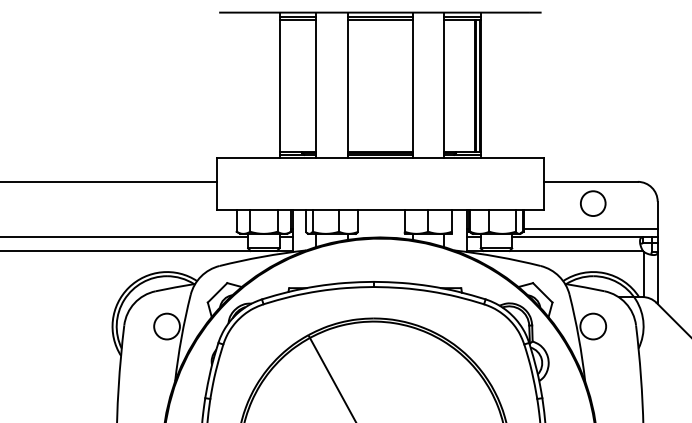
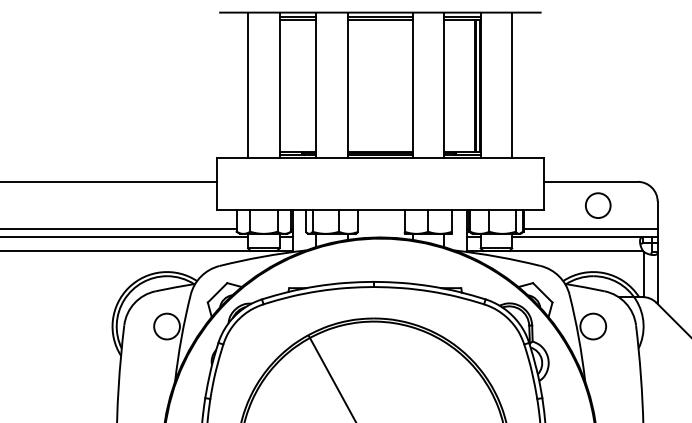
line at (248, 85): none -> present
line at (512, 85): none -> present
circle at (593, 203) position: (593, 203) -> (598, 205)
line at (119, 229): none -> present
